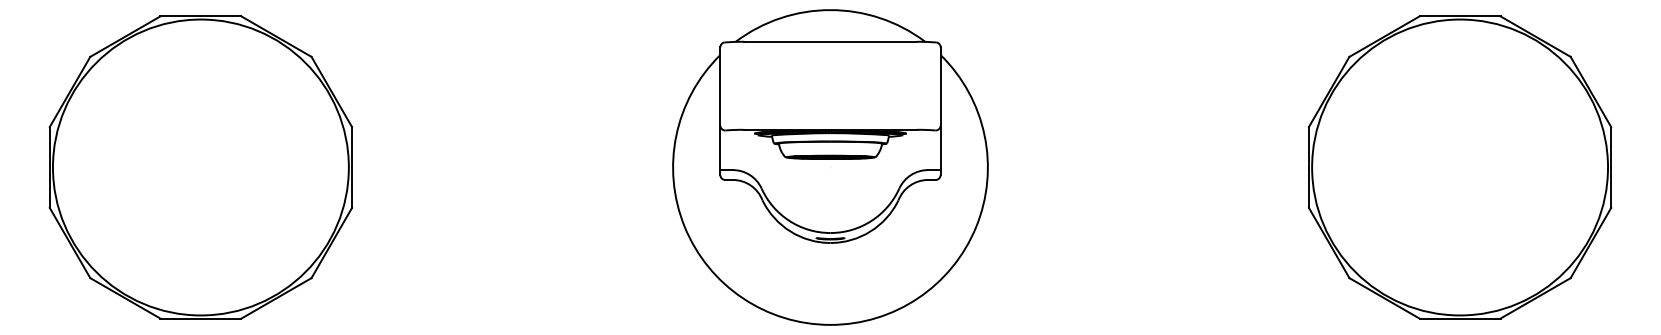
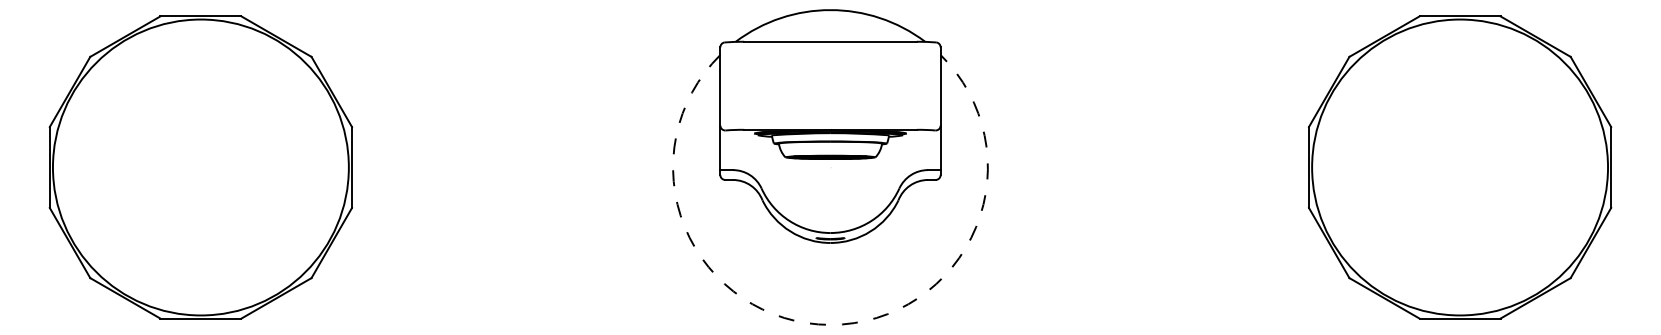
arc at (830, 324): solid -> dashed
